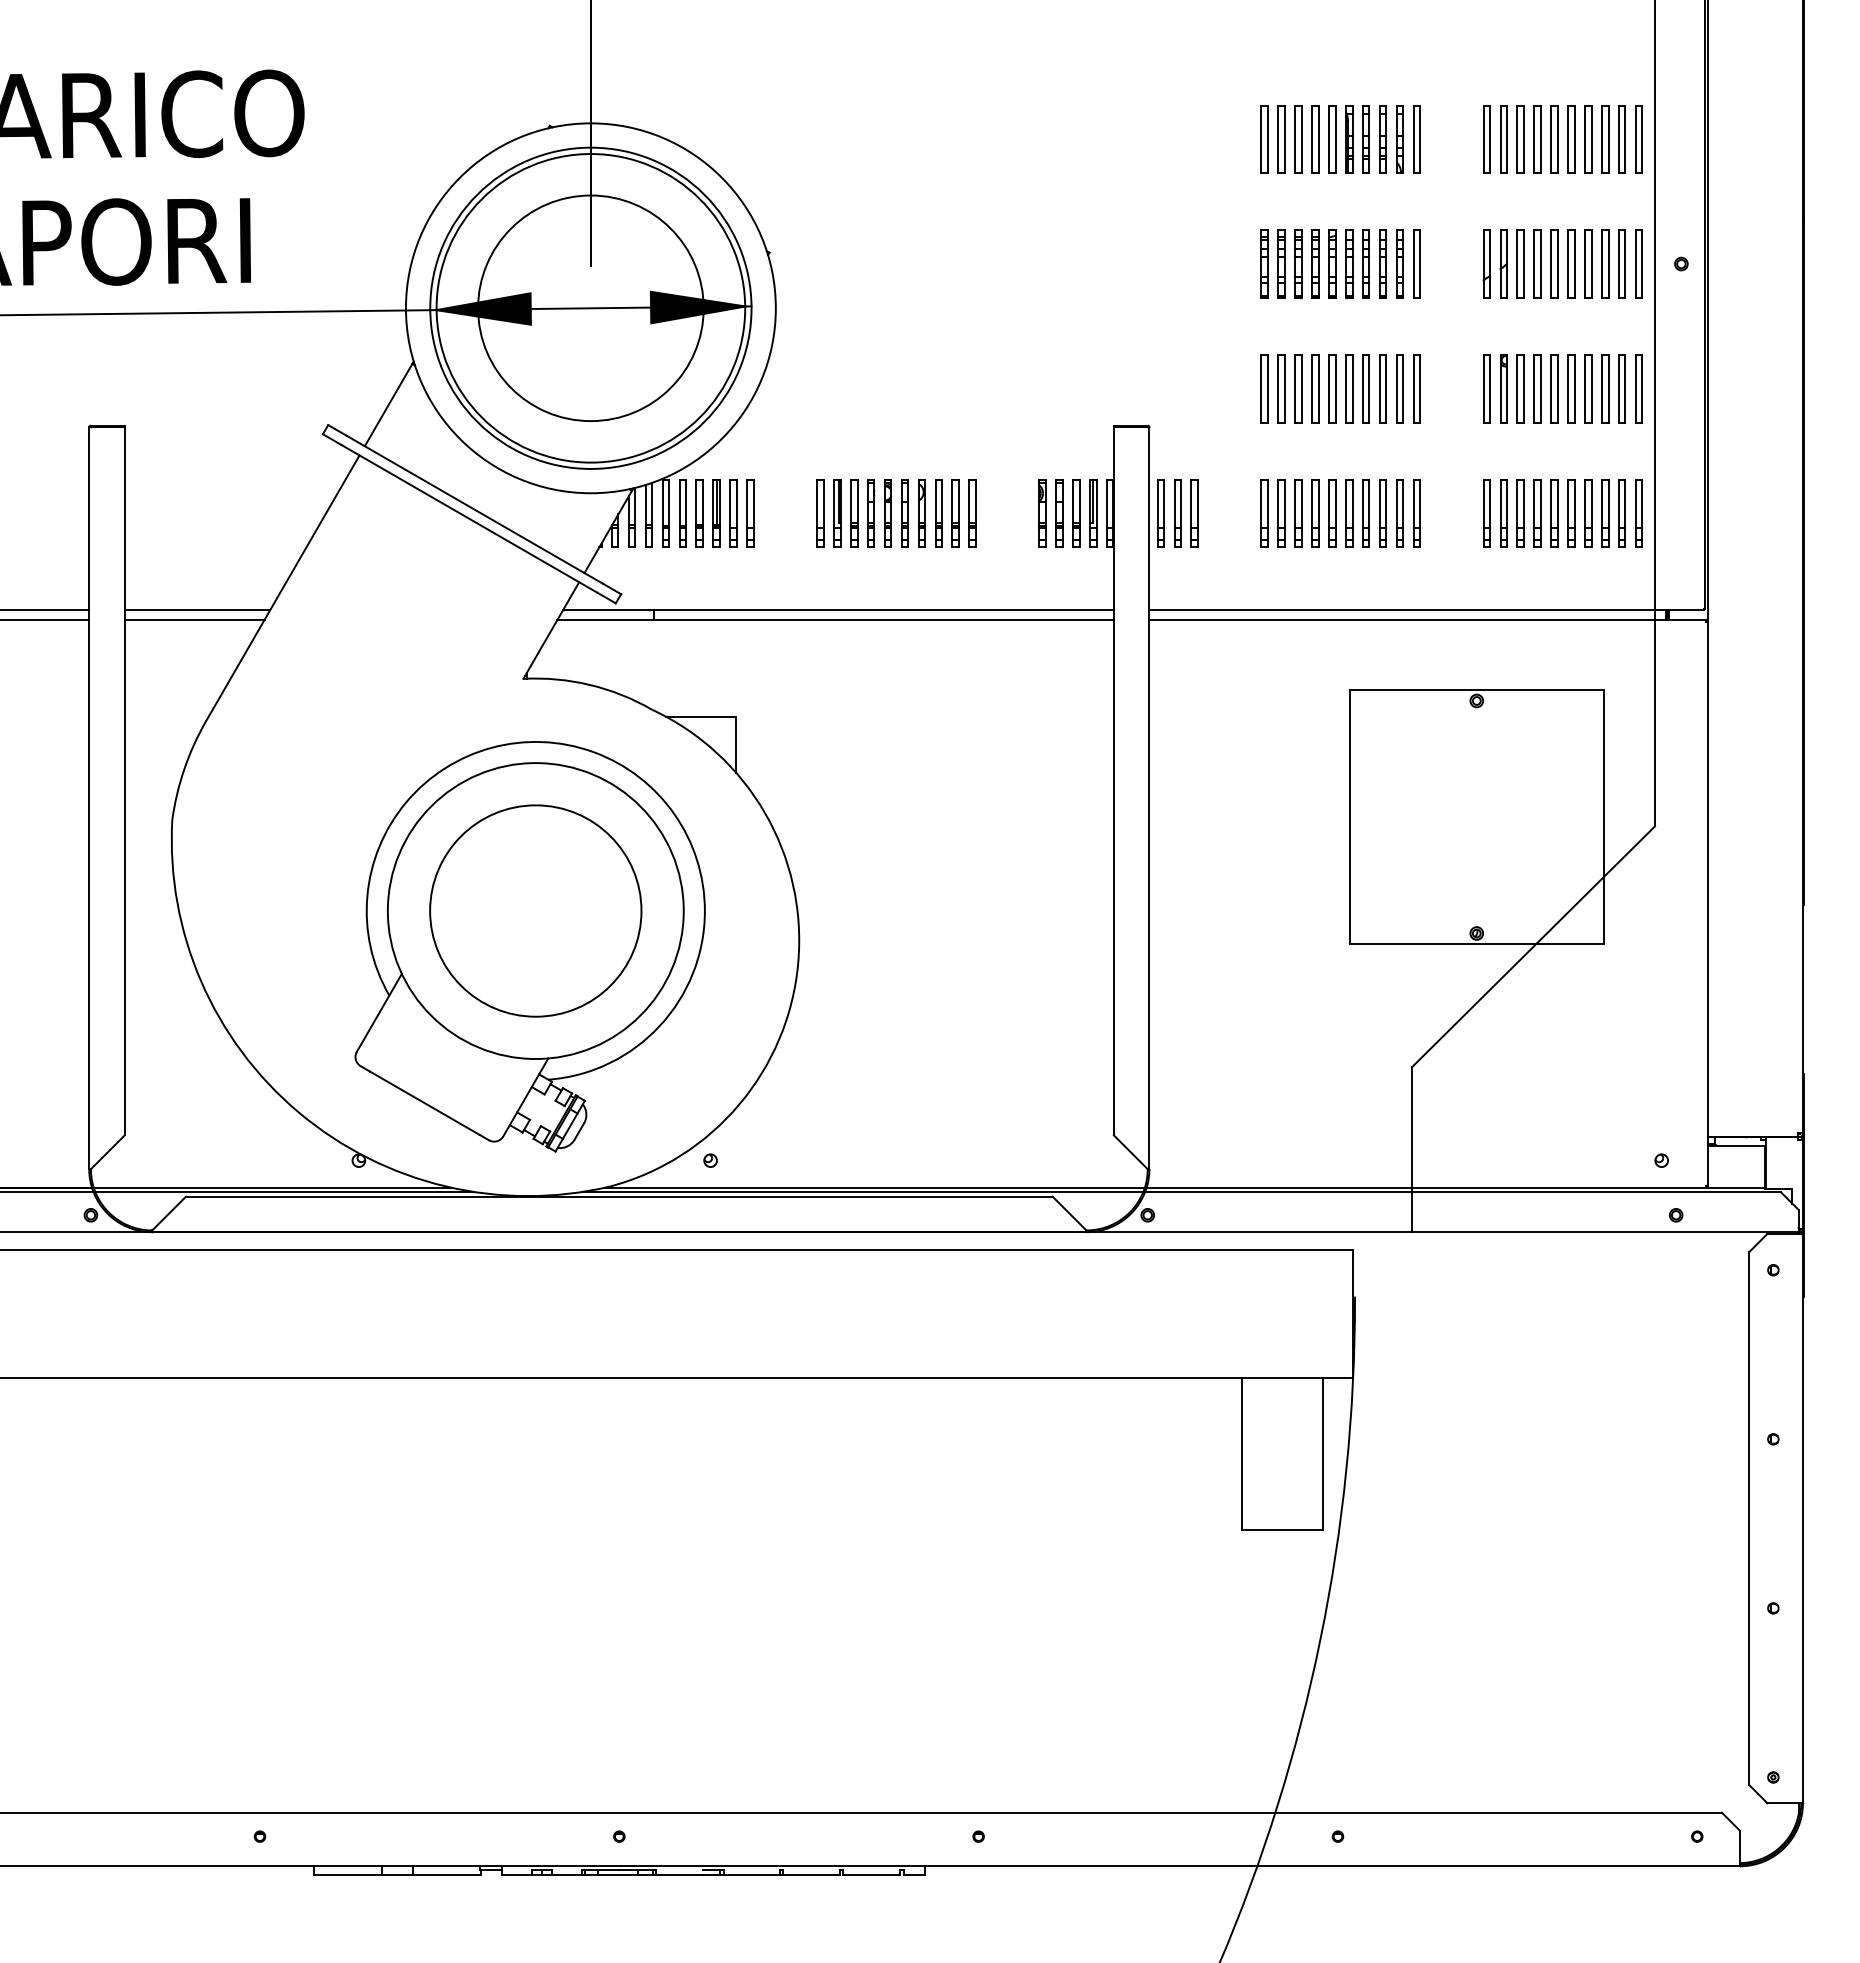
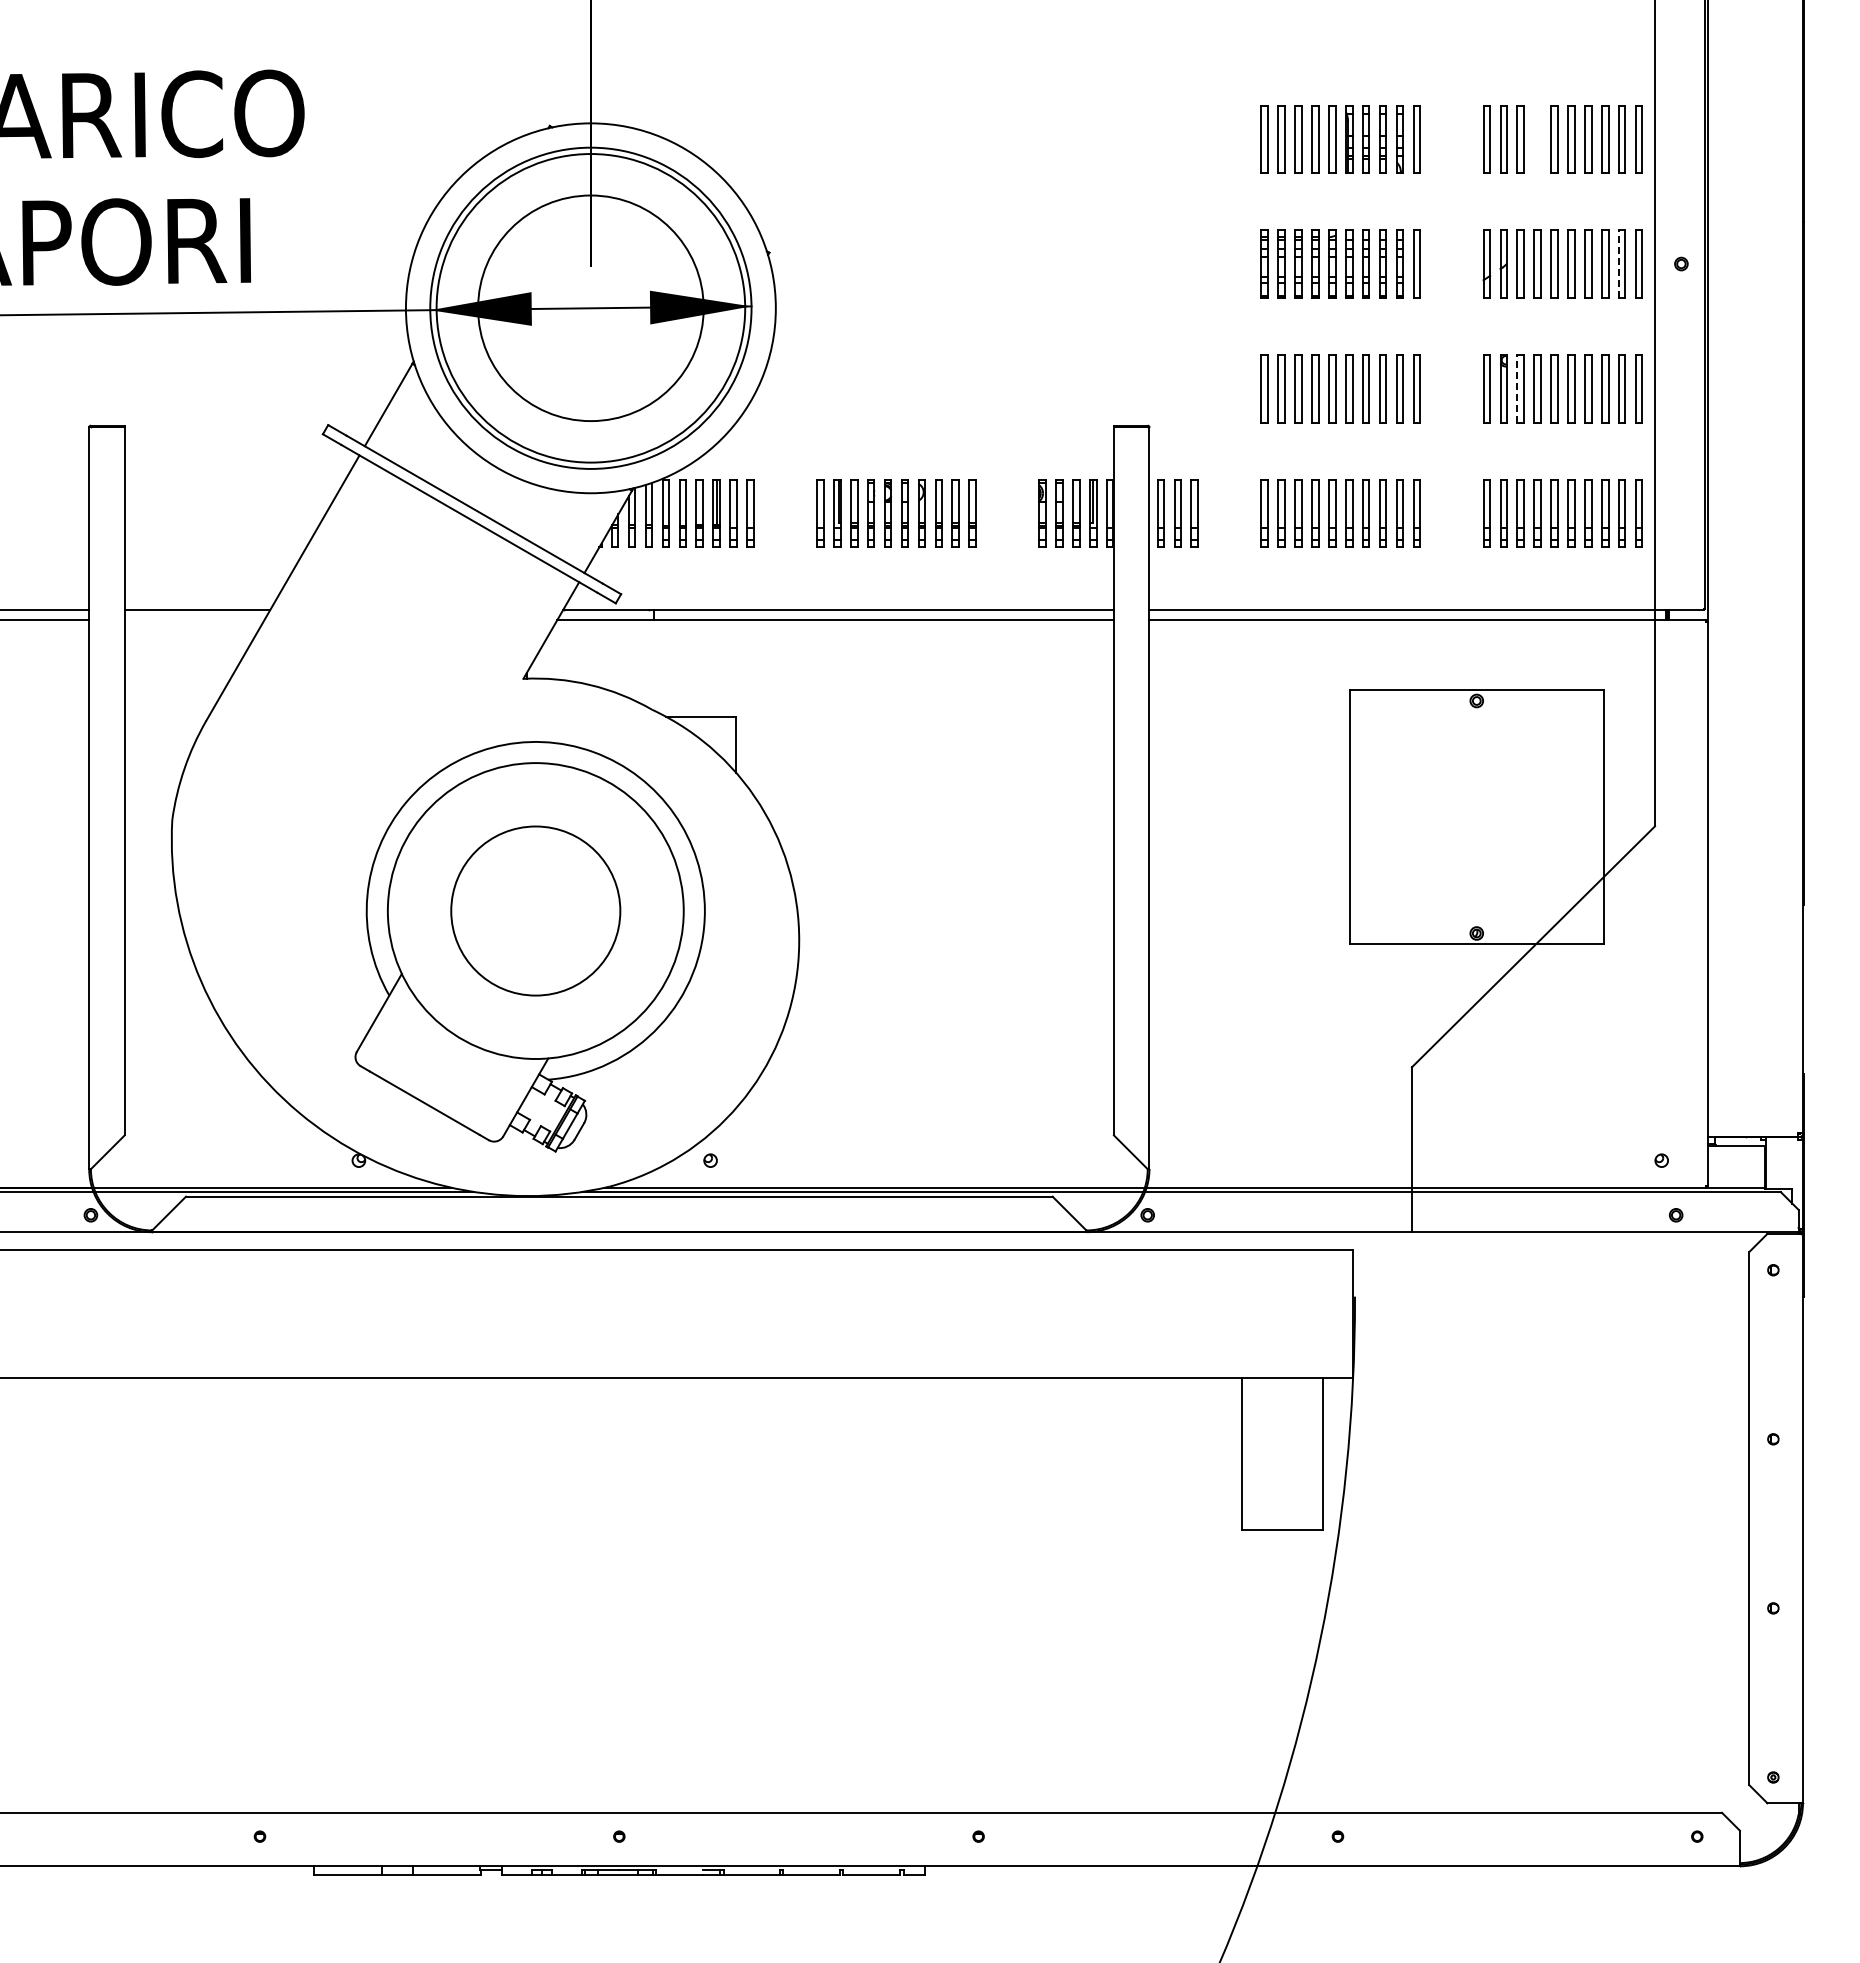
part at (1537, 139): present -> none
line at (1618, 264): solid -> dashed
line at (1517, 388): solid -> dashed
line at (194, 620): present -> none
circle at (535, 910) diameter: 211 px -> 169 px
